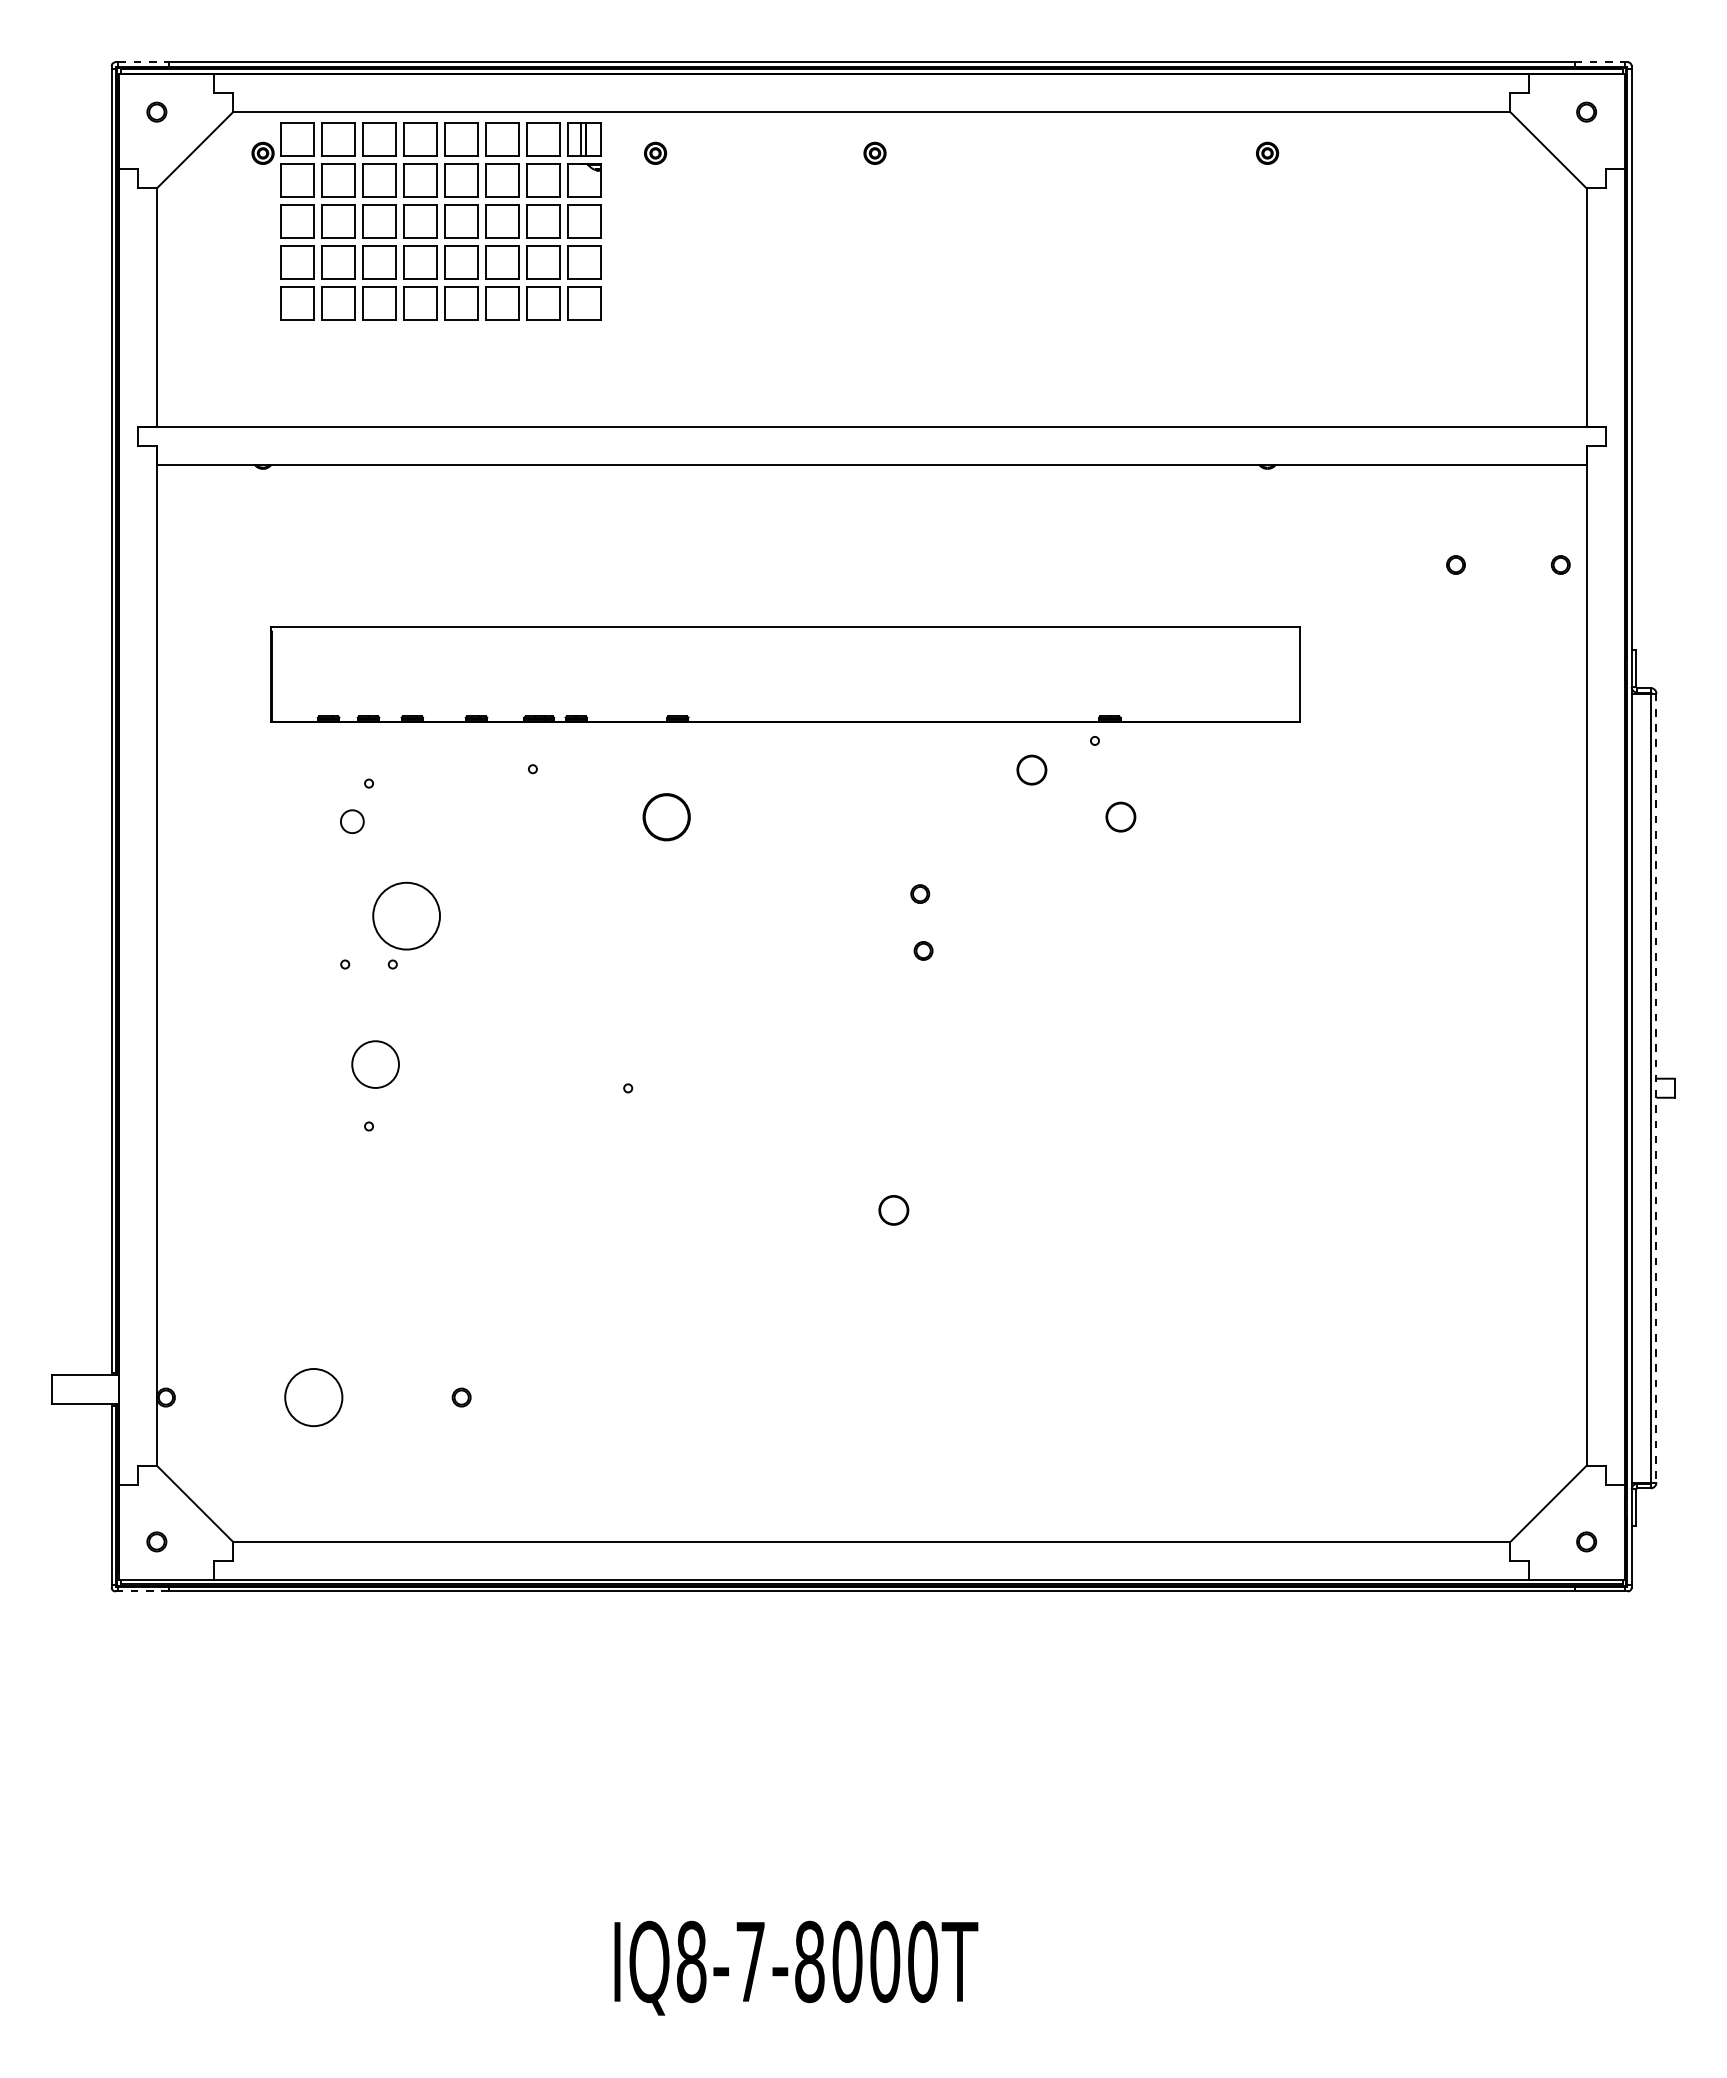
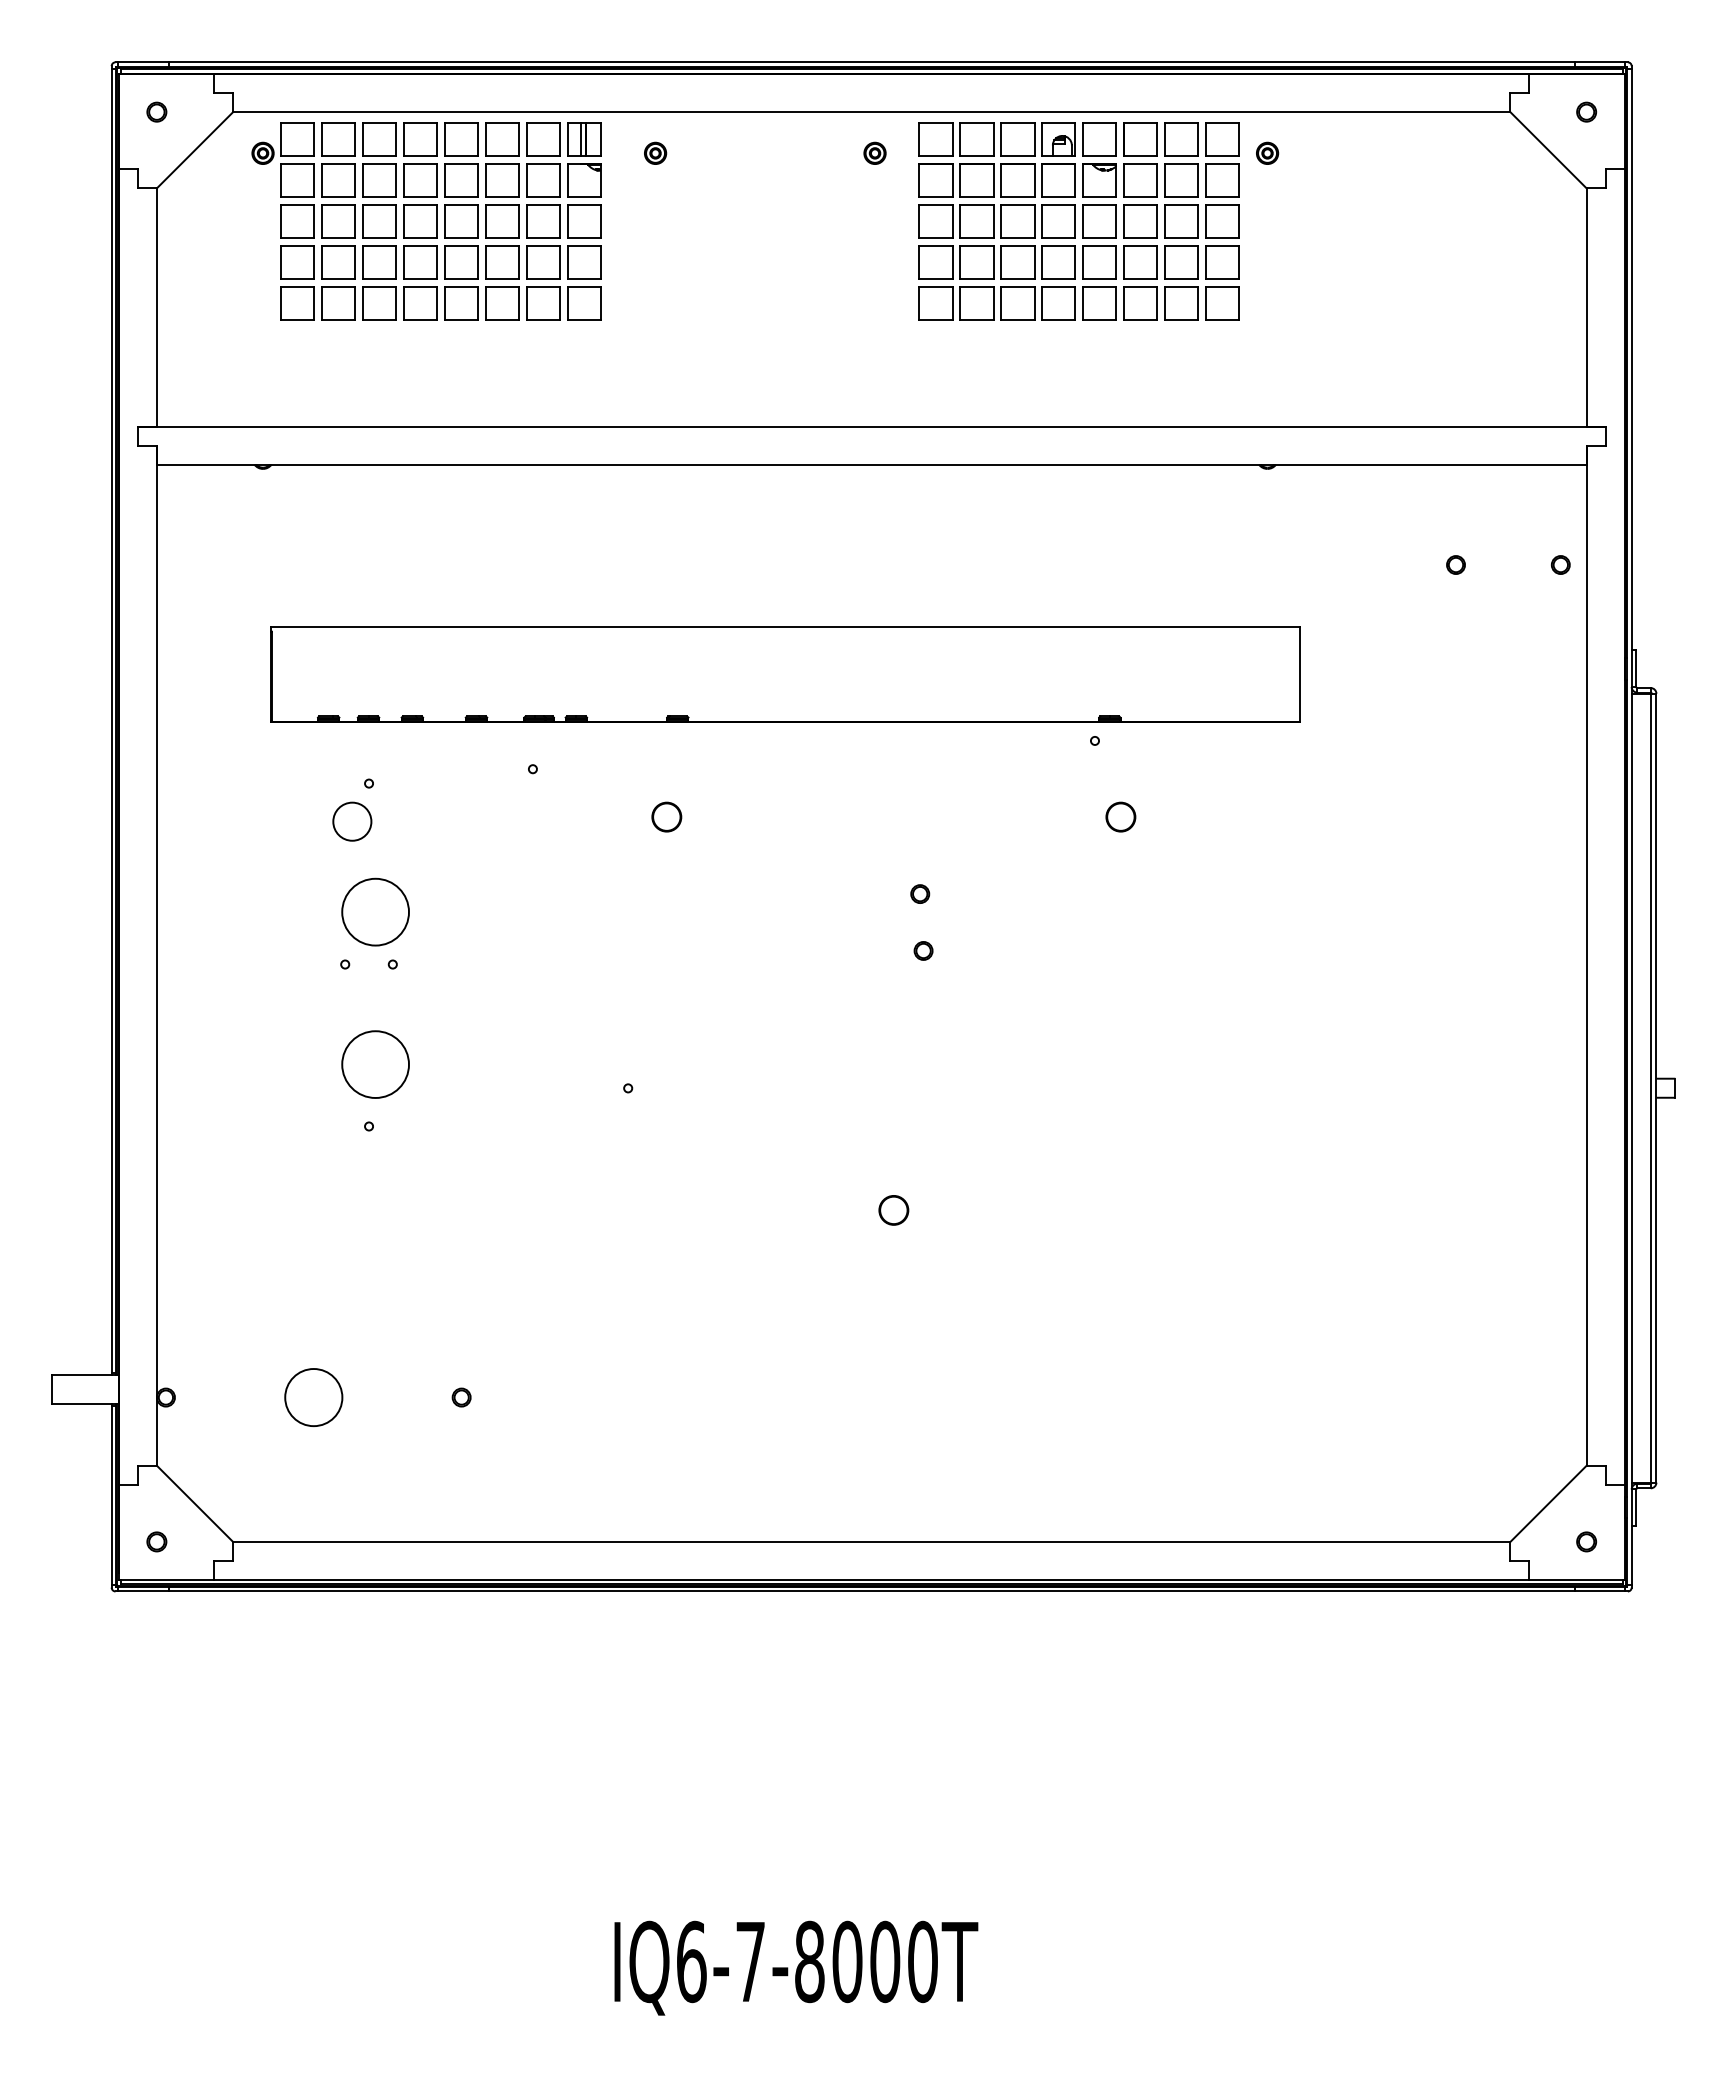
line at (144, 62): dashed -> solid
line at (1600, 62): dashed -> solid
part at (1078, 221): none -> present
part at (1031, 769): present -> none
part at (666, 817) size: 49x49 px -> 32x32 px
circle at (351, 821) diameter: 23 px -> 38 px
circle at (406, 915) position: (406, 915) -> (375, 911)
circle at (375, 1064) diameter: 47 px -> 67 px
line at (1656, 1088): dashed -> solid
line at (143, 1591): dashed -> solid
text at (691, 1961): IQ8-7-8000T -> IQ6-7-8000T
